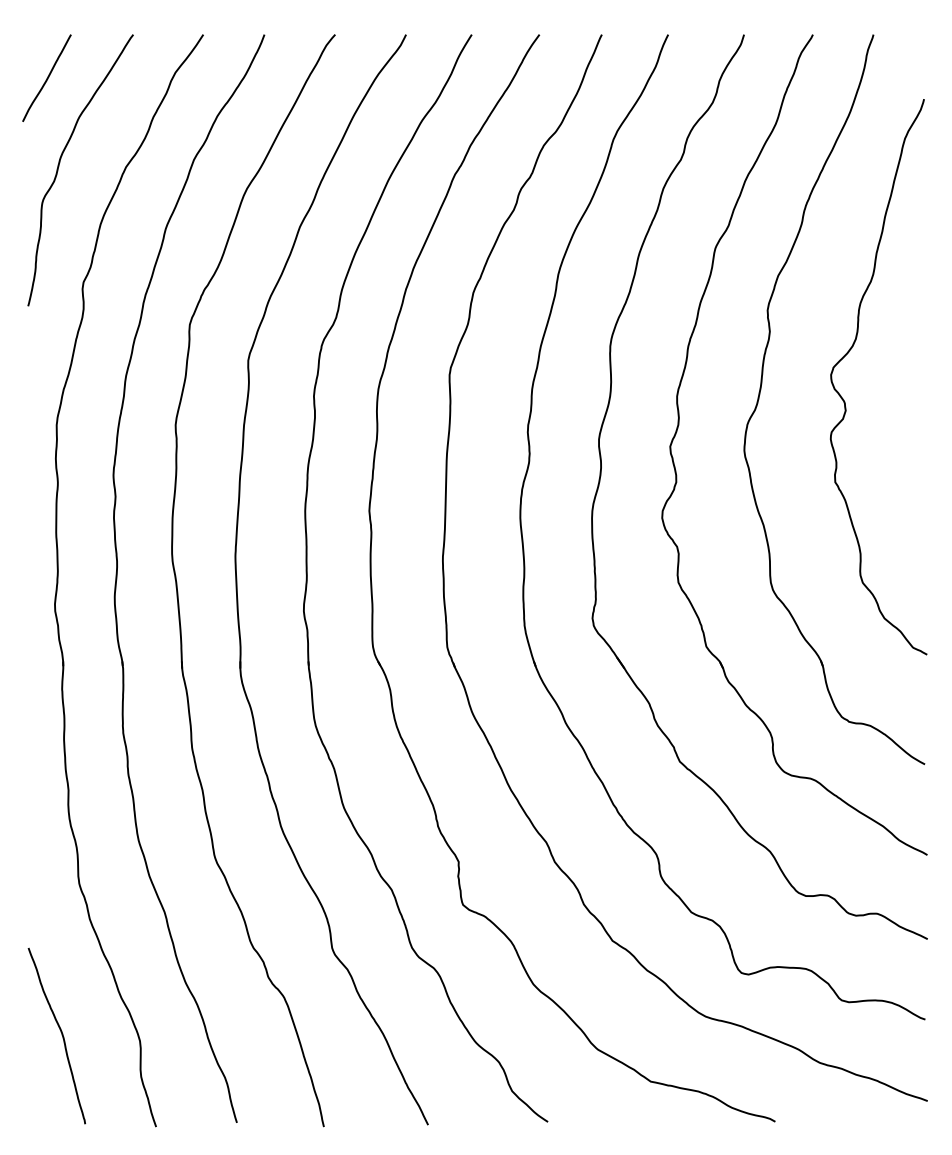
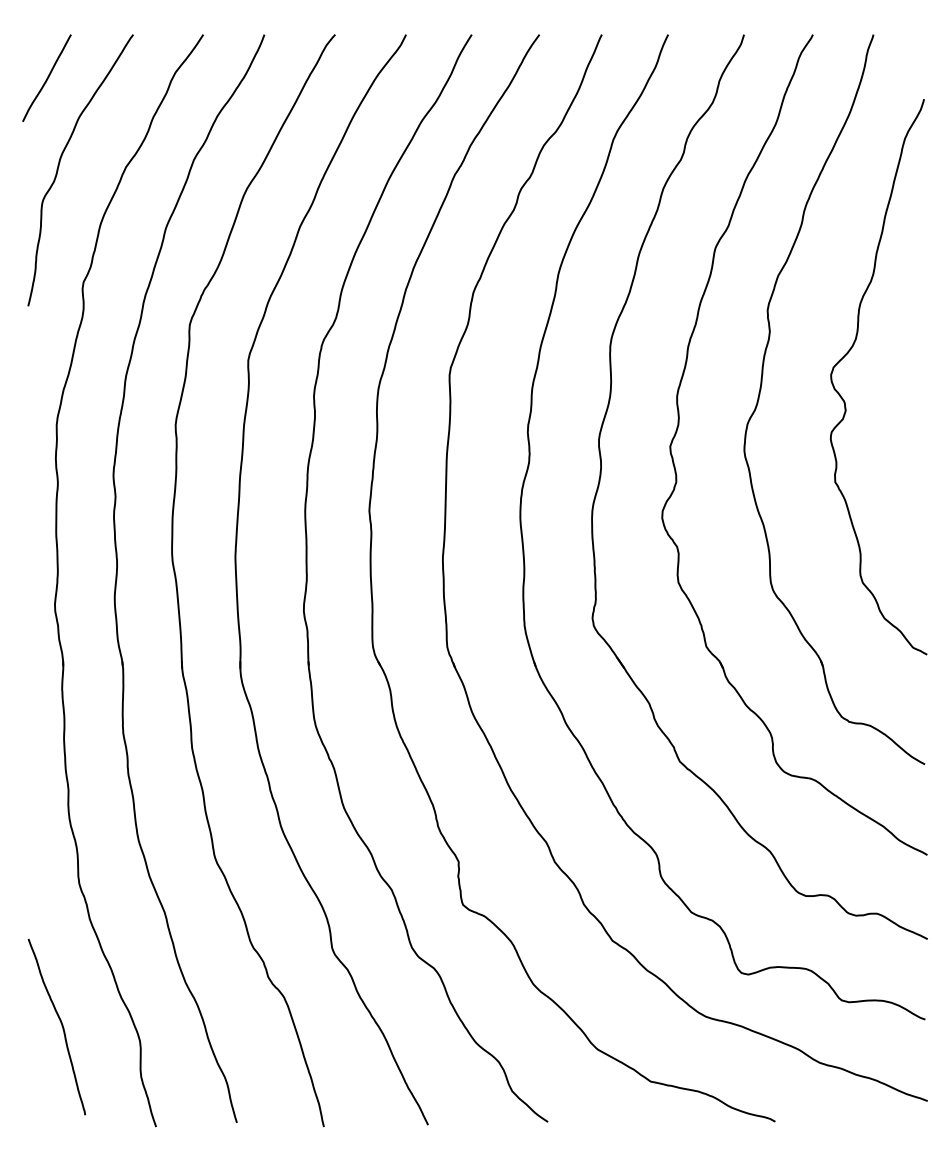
curve at (60, 1032) position: (60, 1032) -> (60, 1023)
